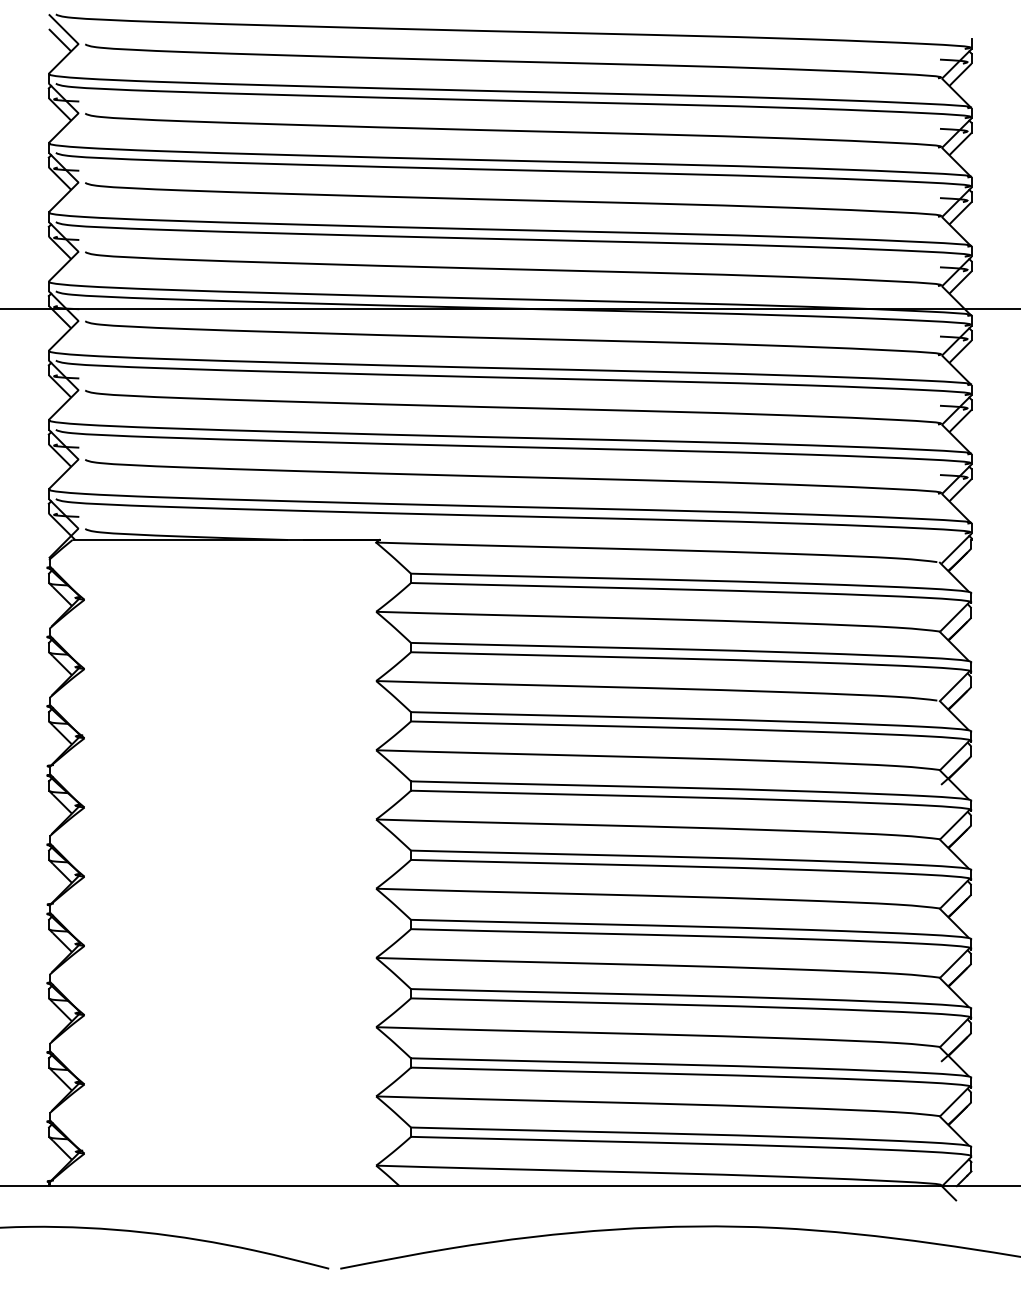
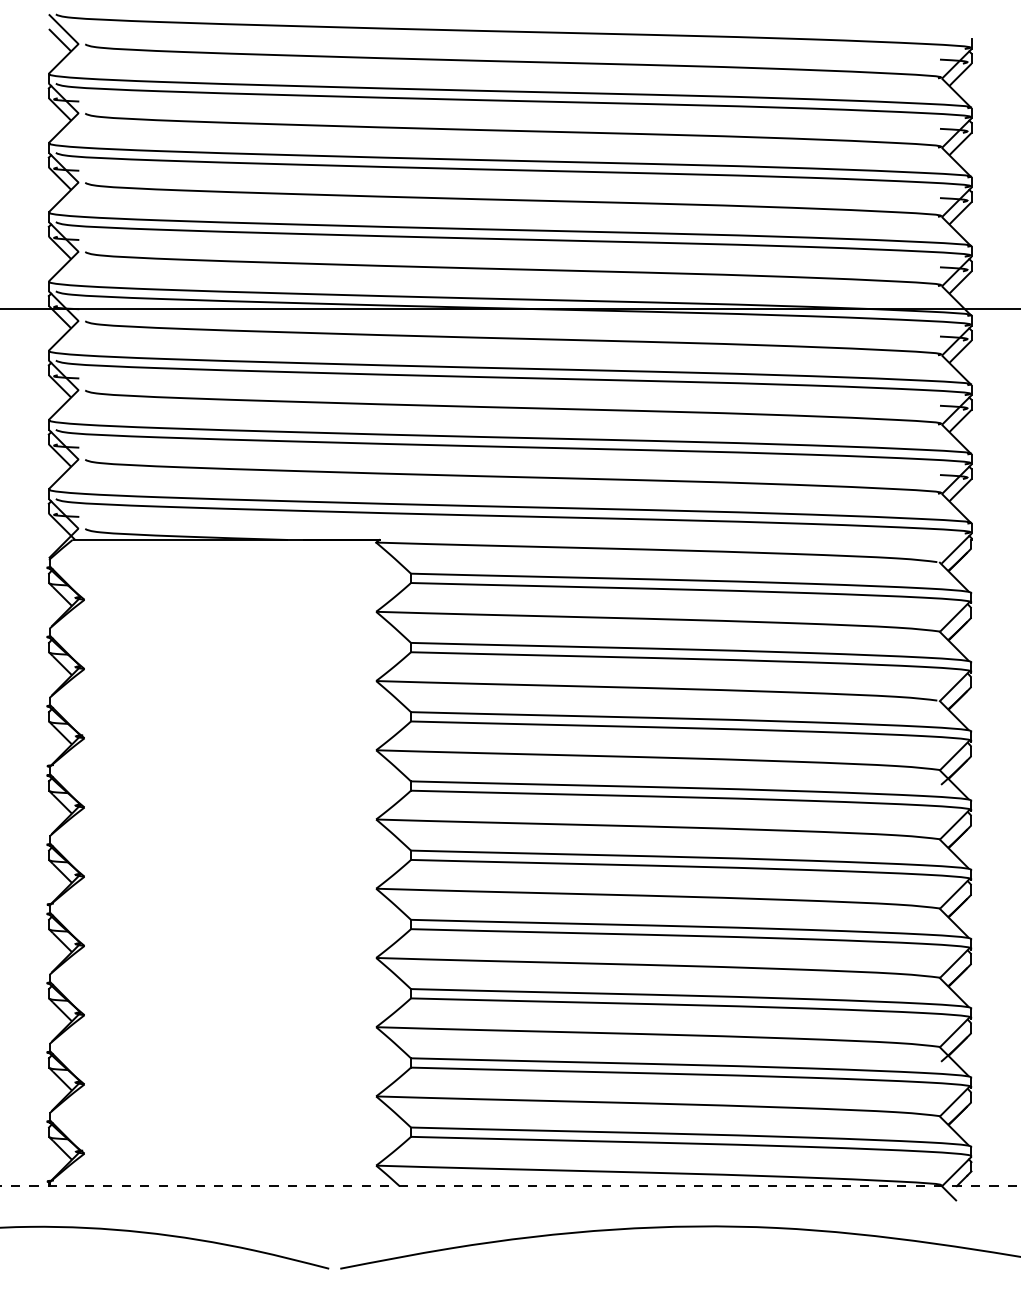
line at (510, 1186): solid -> dashed
